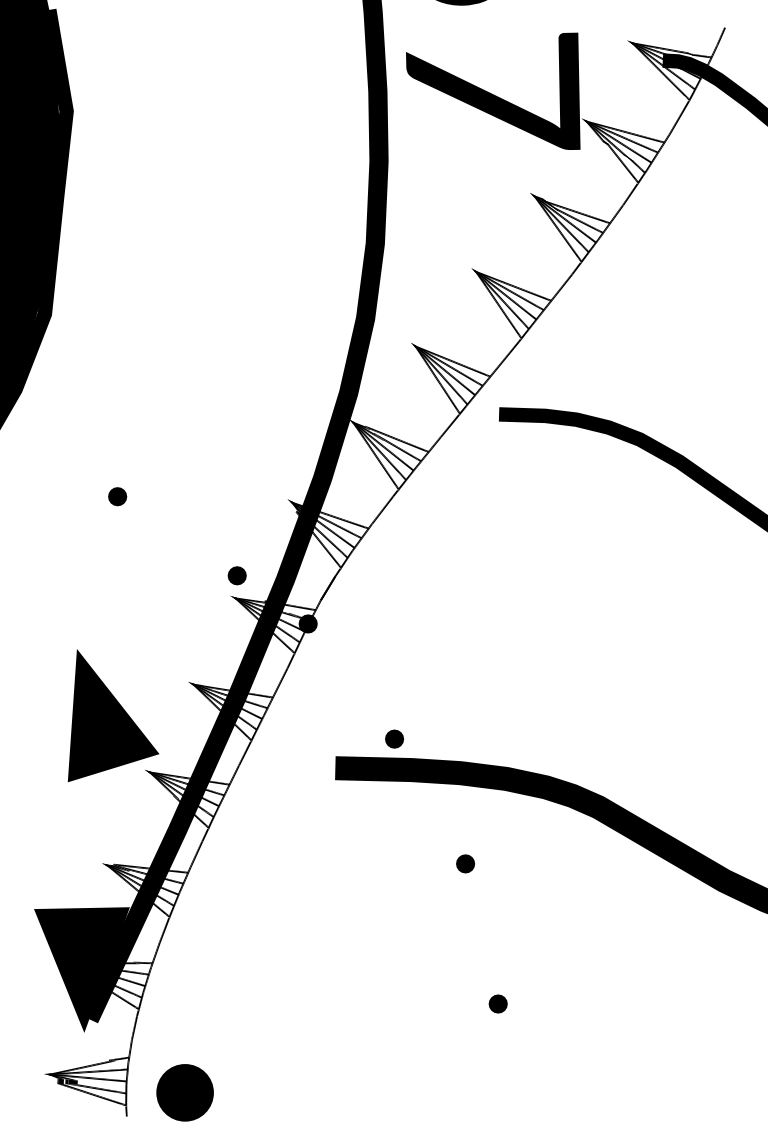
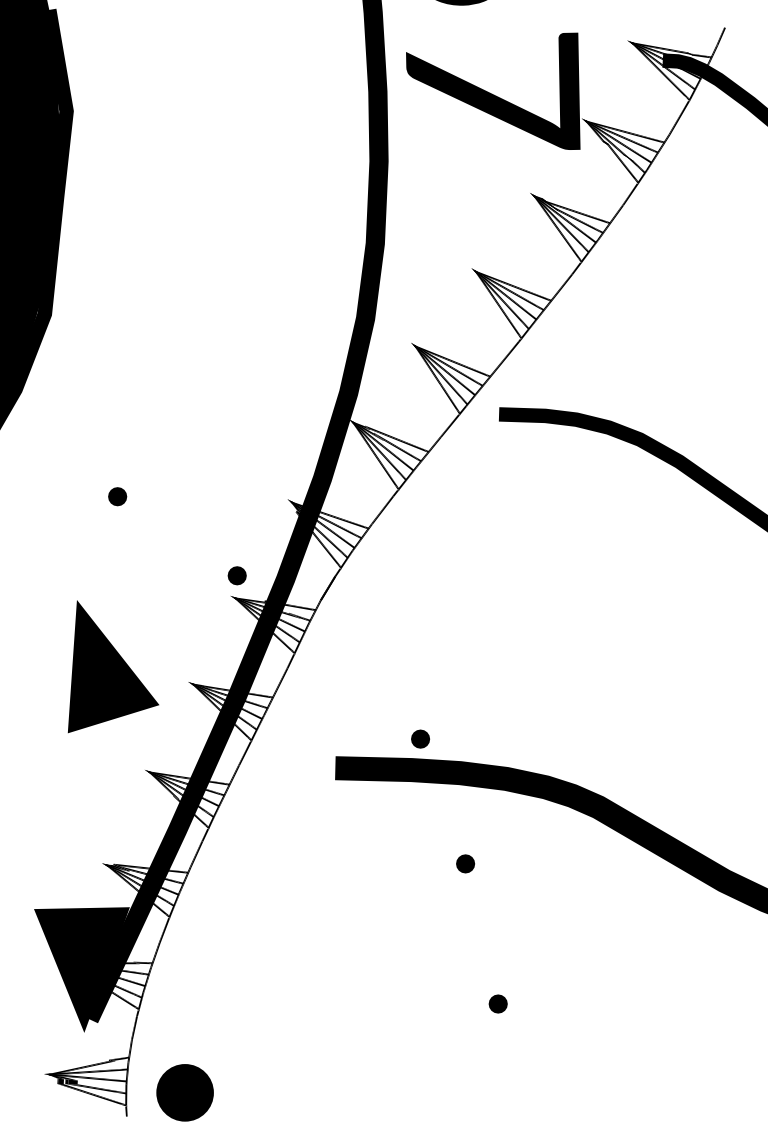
fill at (307, 623): present -> none
part at (113, 715) position: (113, 715) -> (113, 666)
part at (394, 738) position: (394, 738) -> (420, 738)
